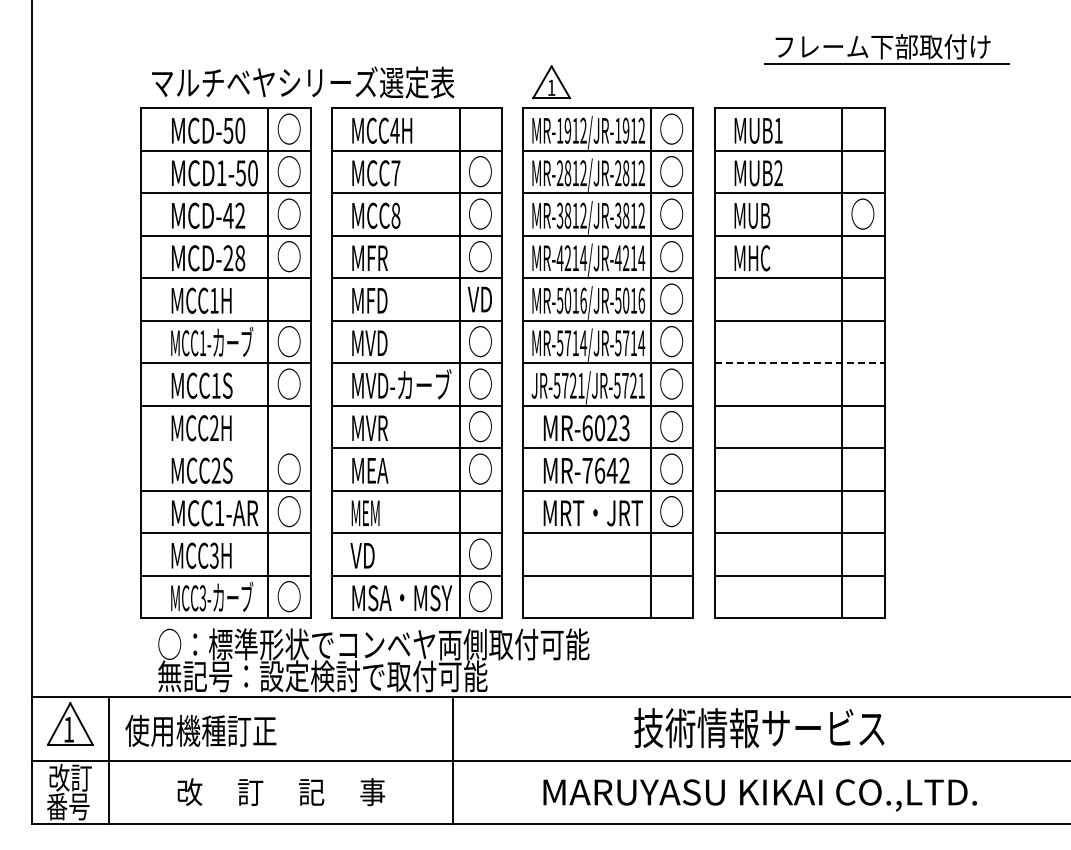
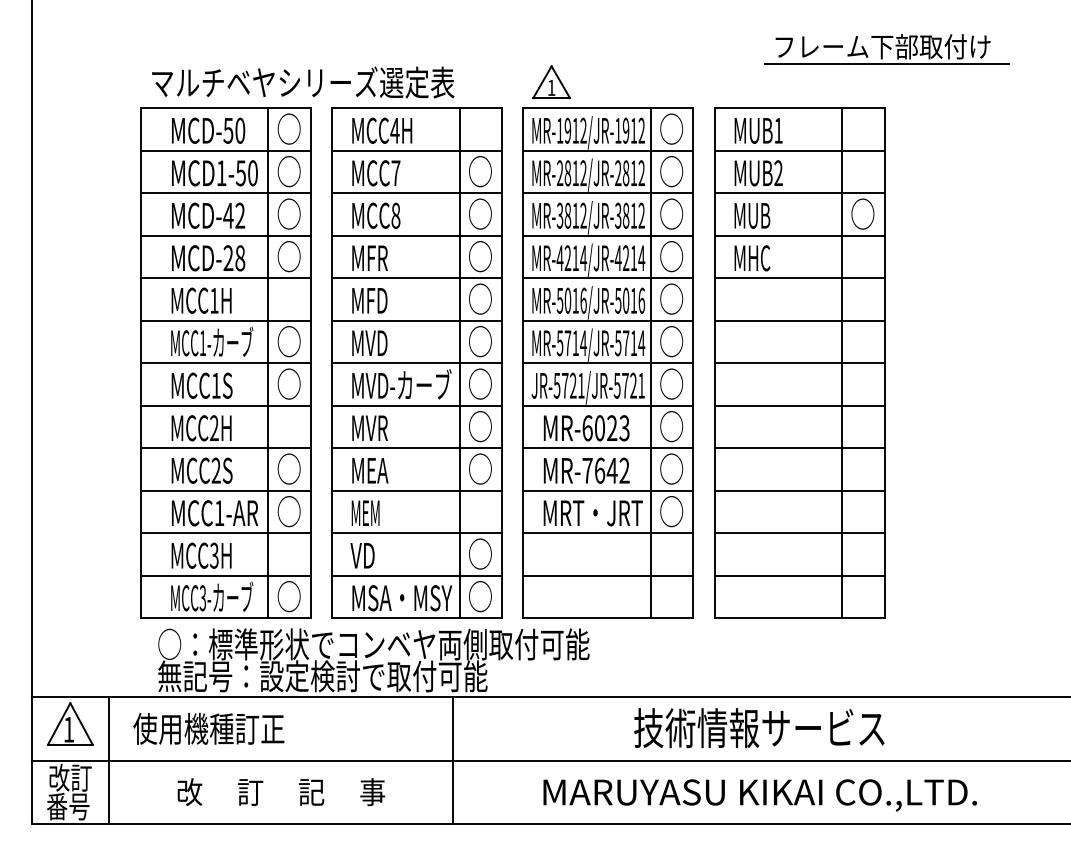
text at (479, 298): VD -> ○
line at (799, 363): dashed -> solid
line at (225, 448): none -> present
text at (200, 730) position: (200, 730) -> (208, 728)
